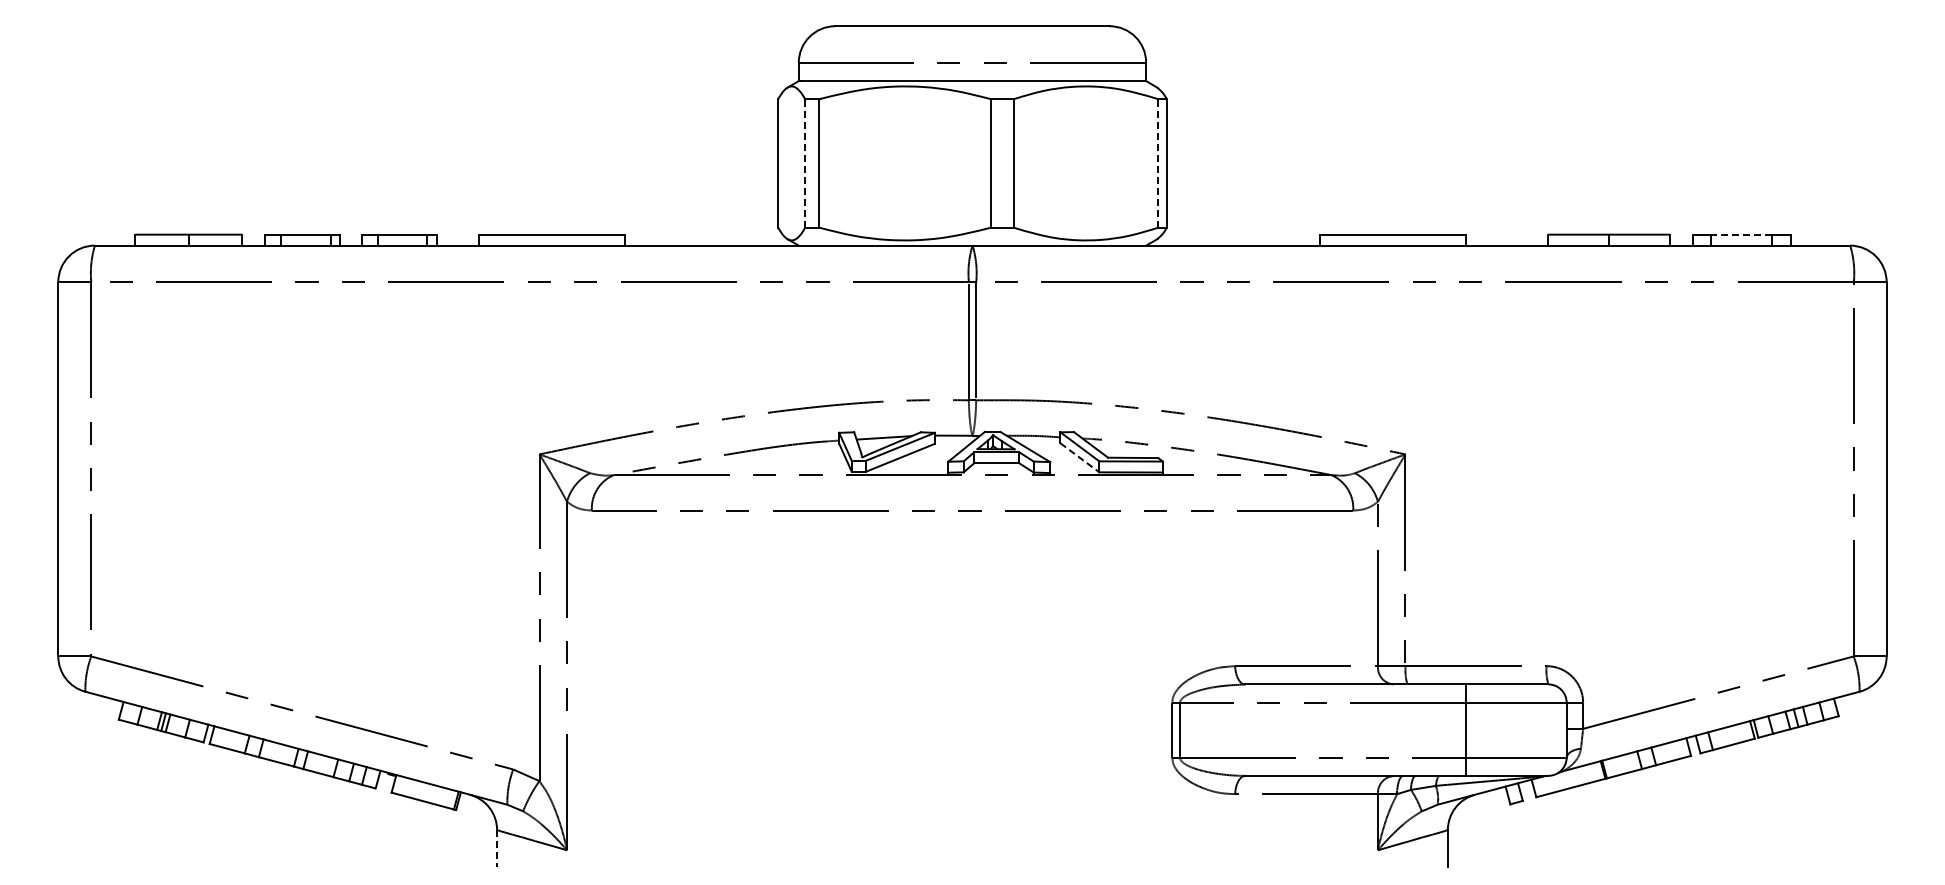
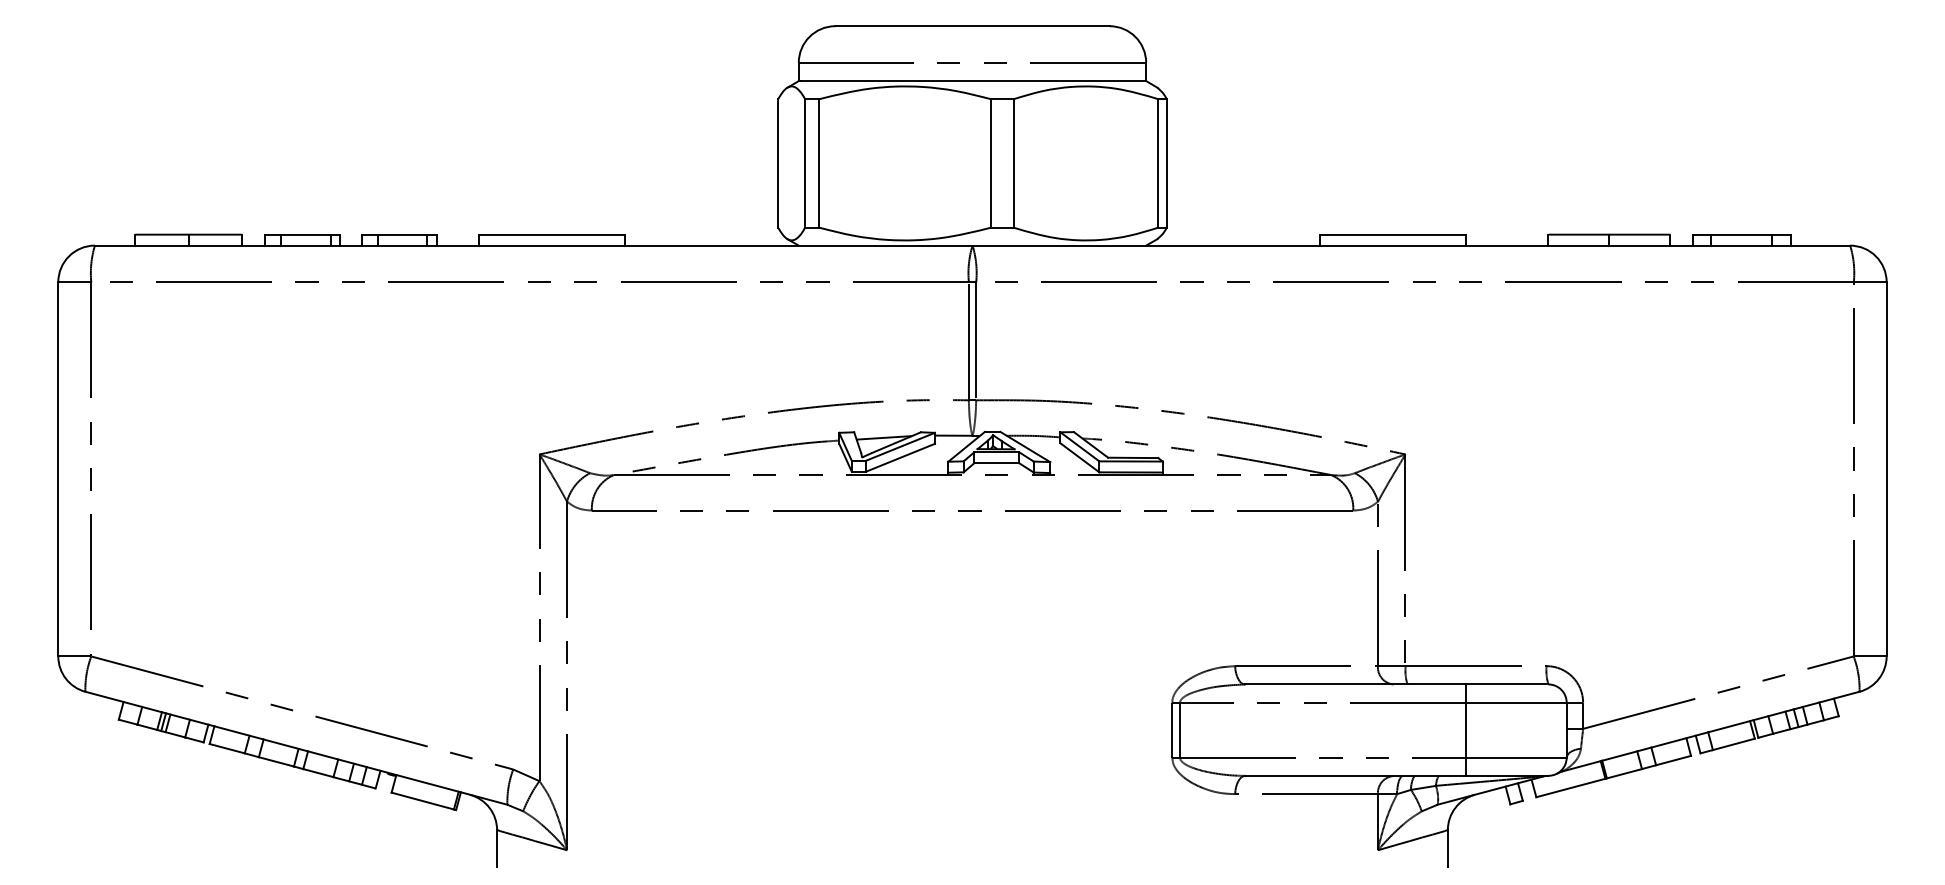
line at (805, 162): dashed -> solid
line at (1158, 162): dashed -> solid
line at (1741, 234): dashed -> solid
line at (1080, 458): dashed -> solid
line at (497, 848): dashed -> solid
